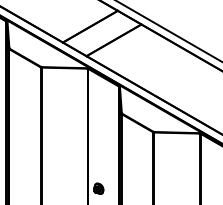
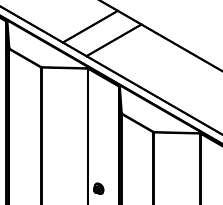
line at (168, 31): present -> none
